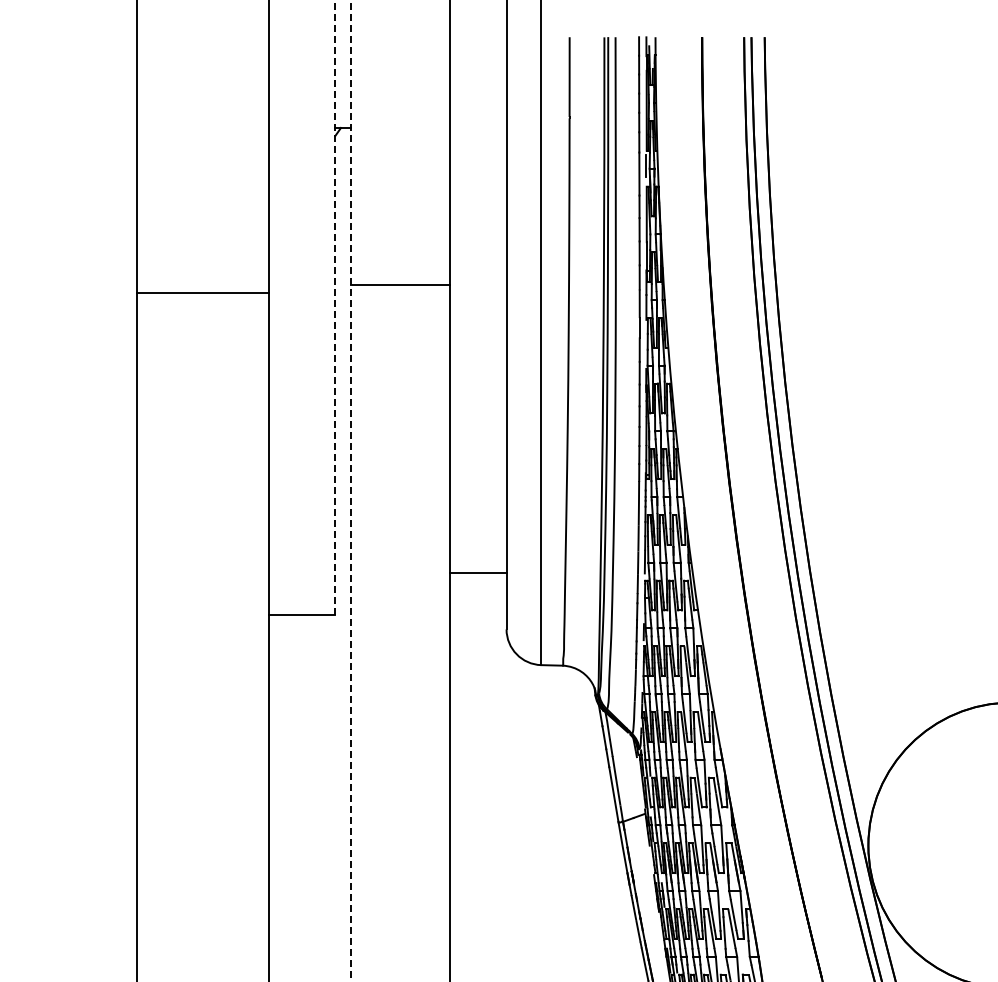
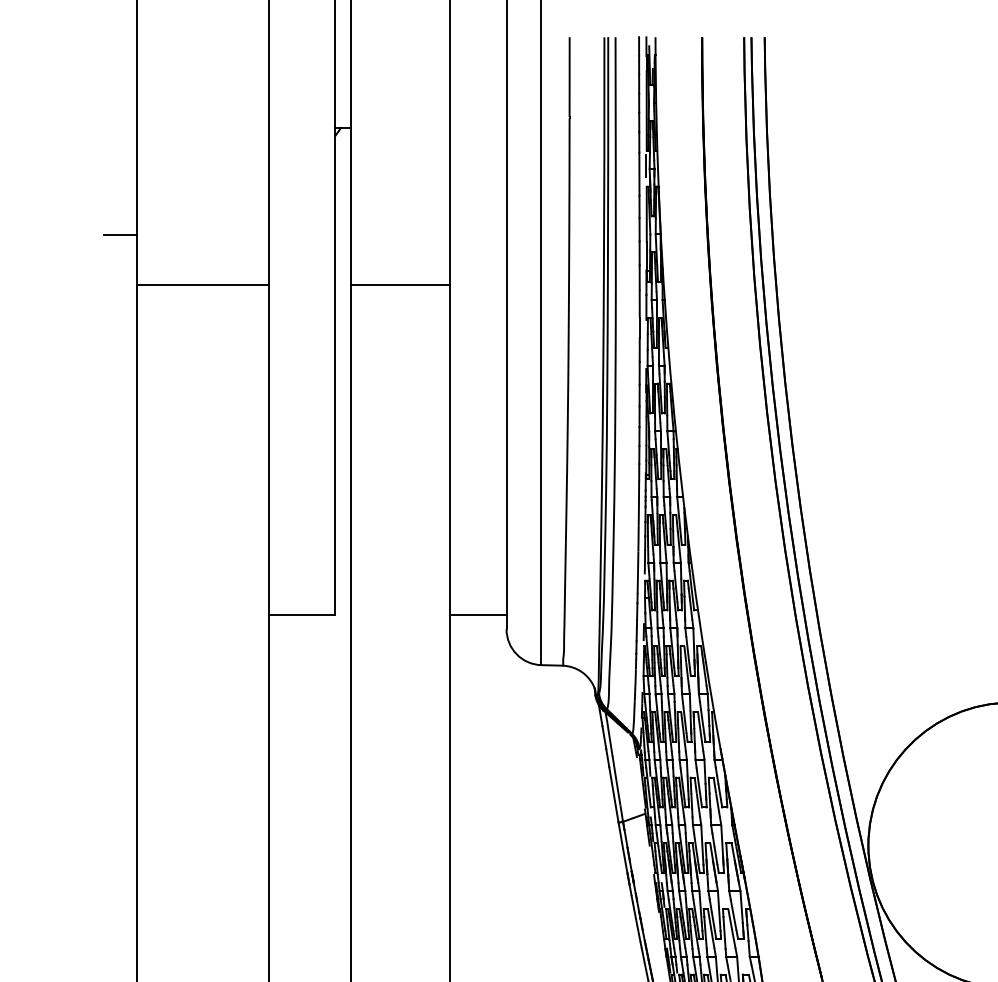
line at (119, 235): none -> present
line at (202, 293) position: (202, 293) -> (202, 285)
line at (334, 307): dashed -> solid
line at (351, 490): dashed -> solid
line at (478, 572) position: (478, 572) -> (478, 614)
